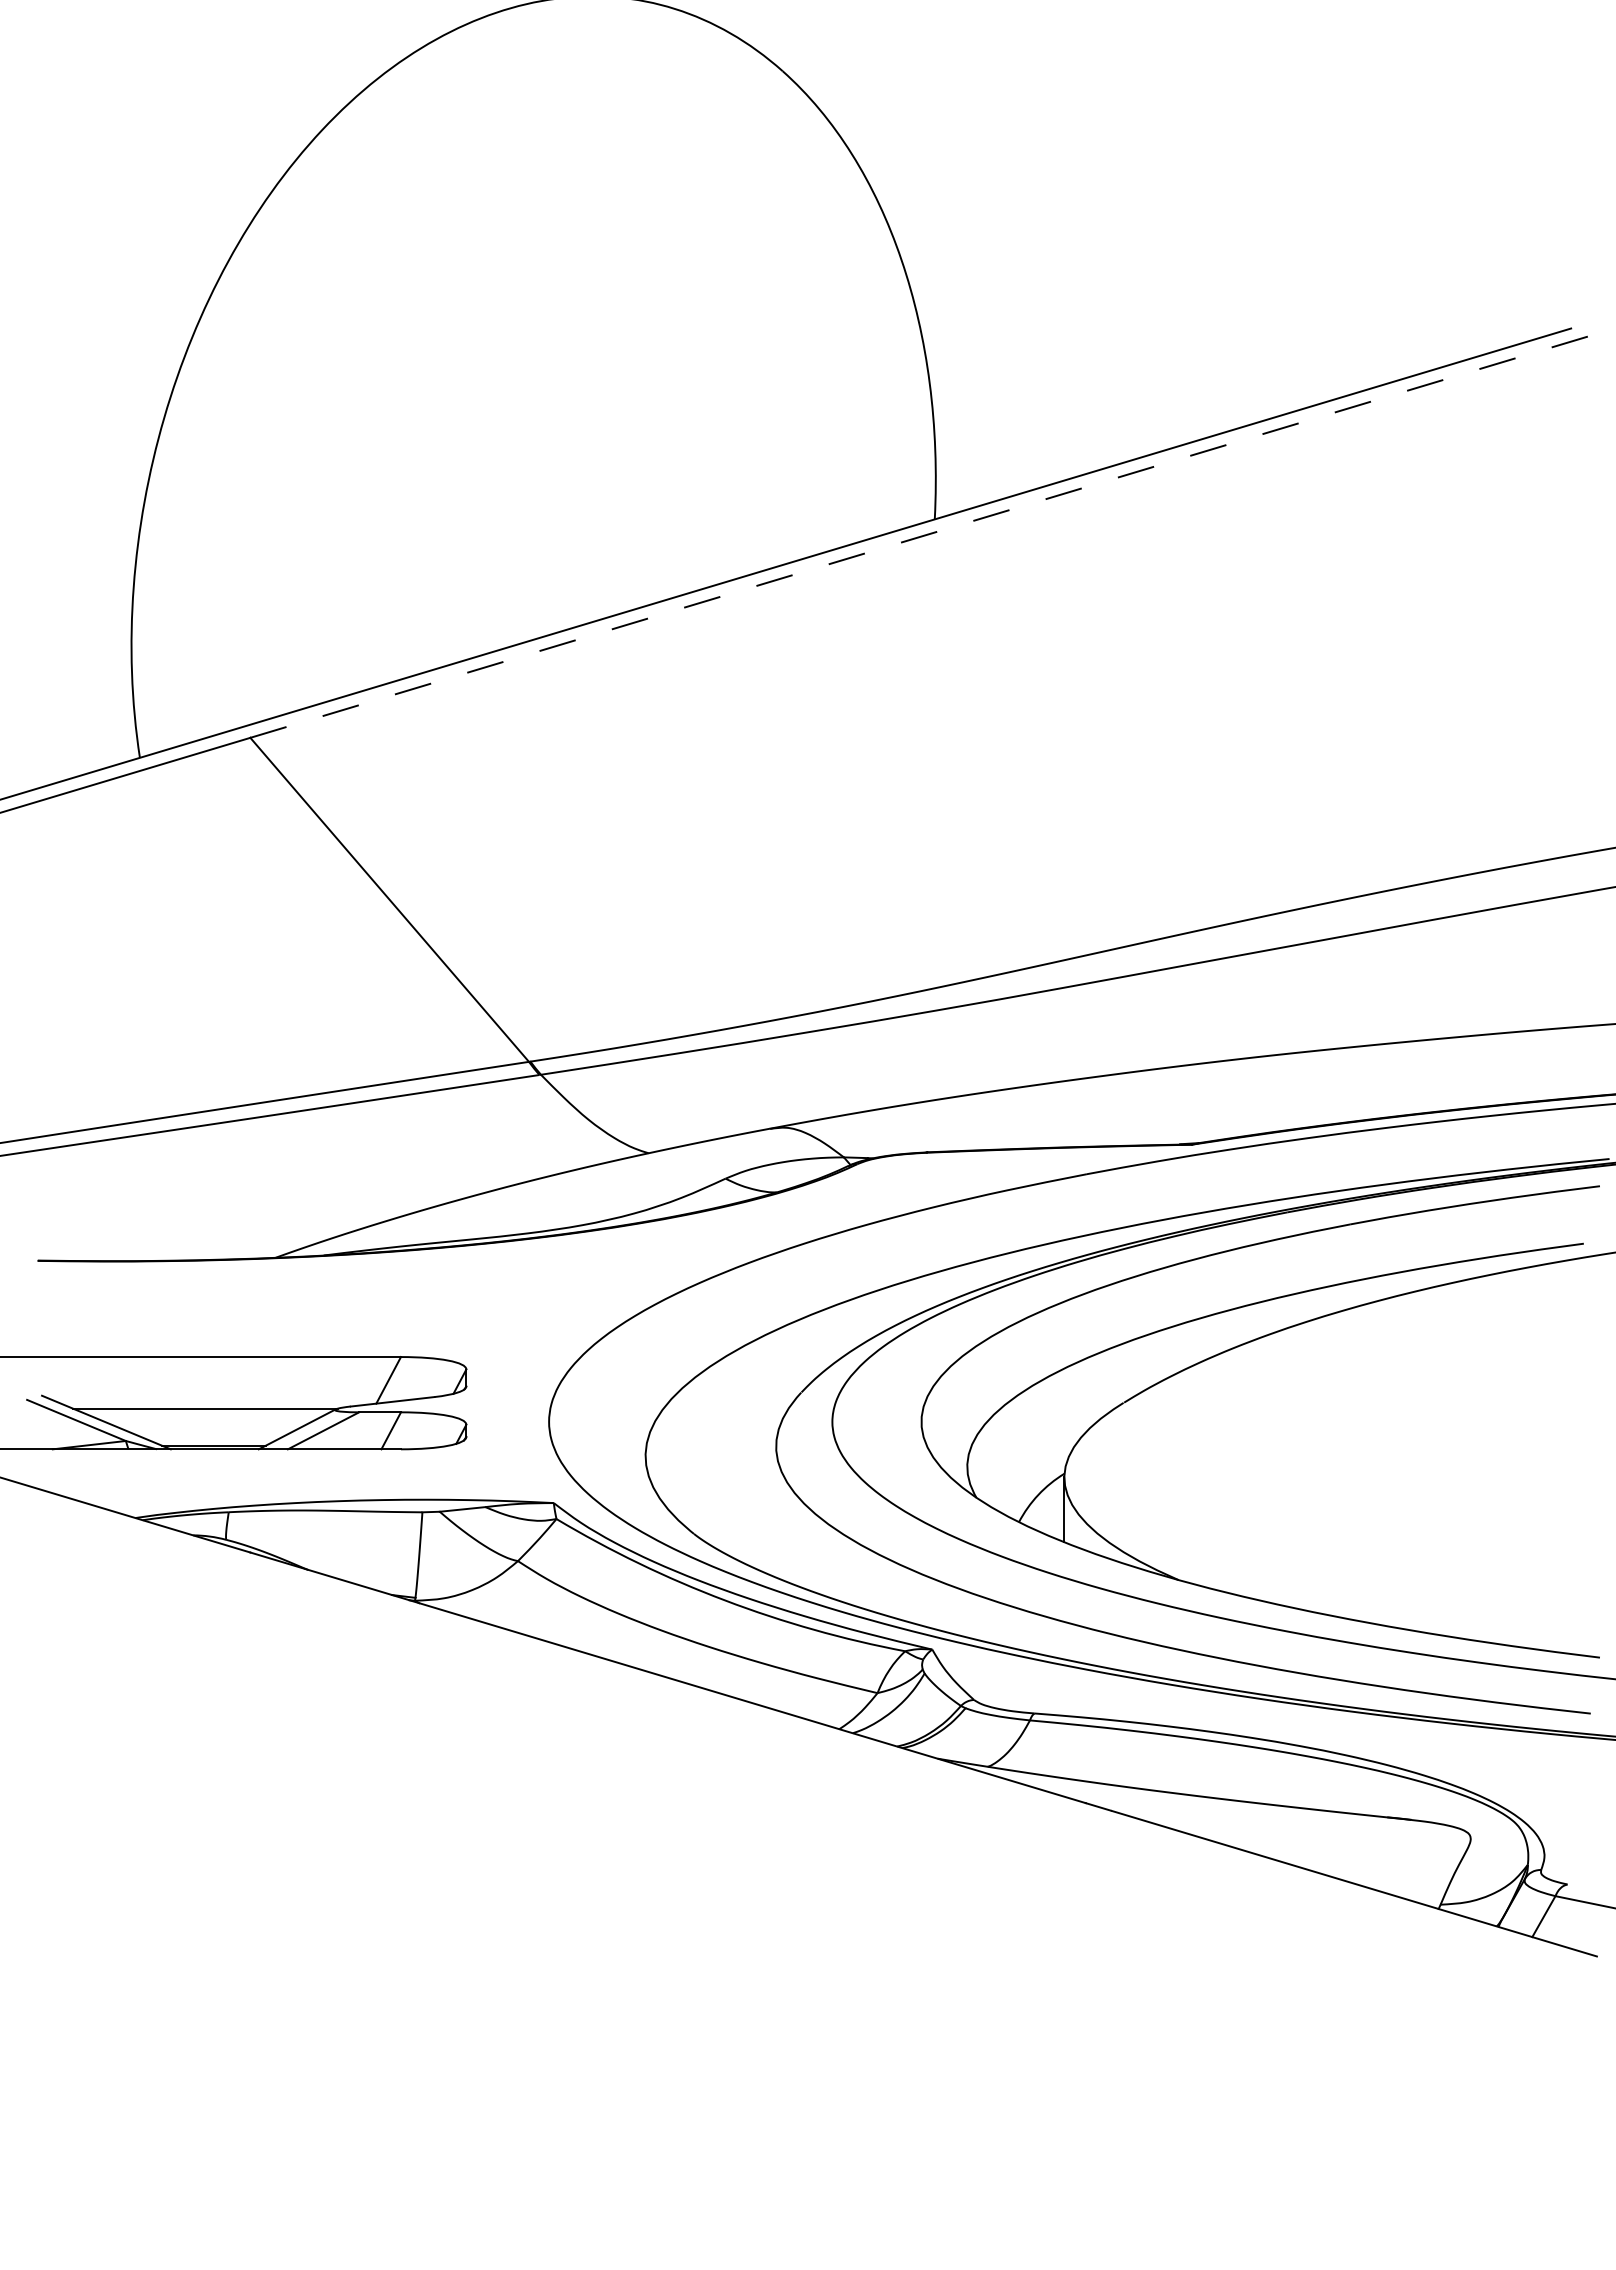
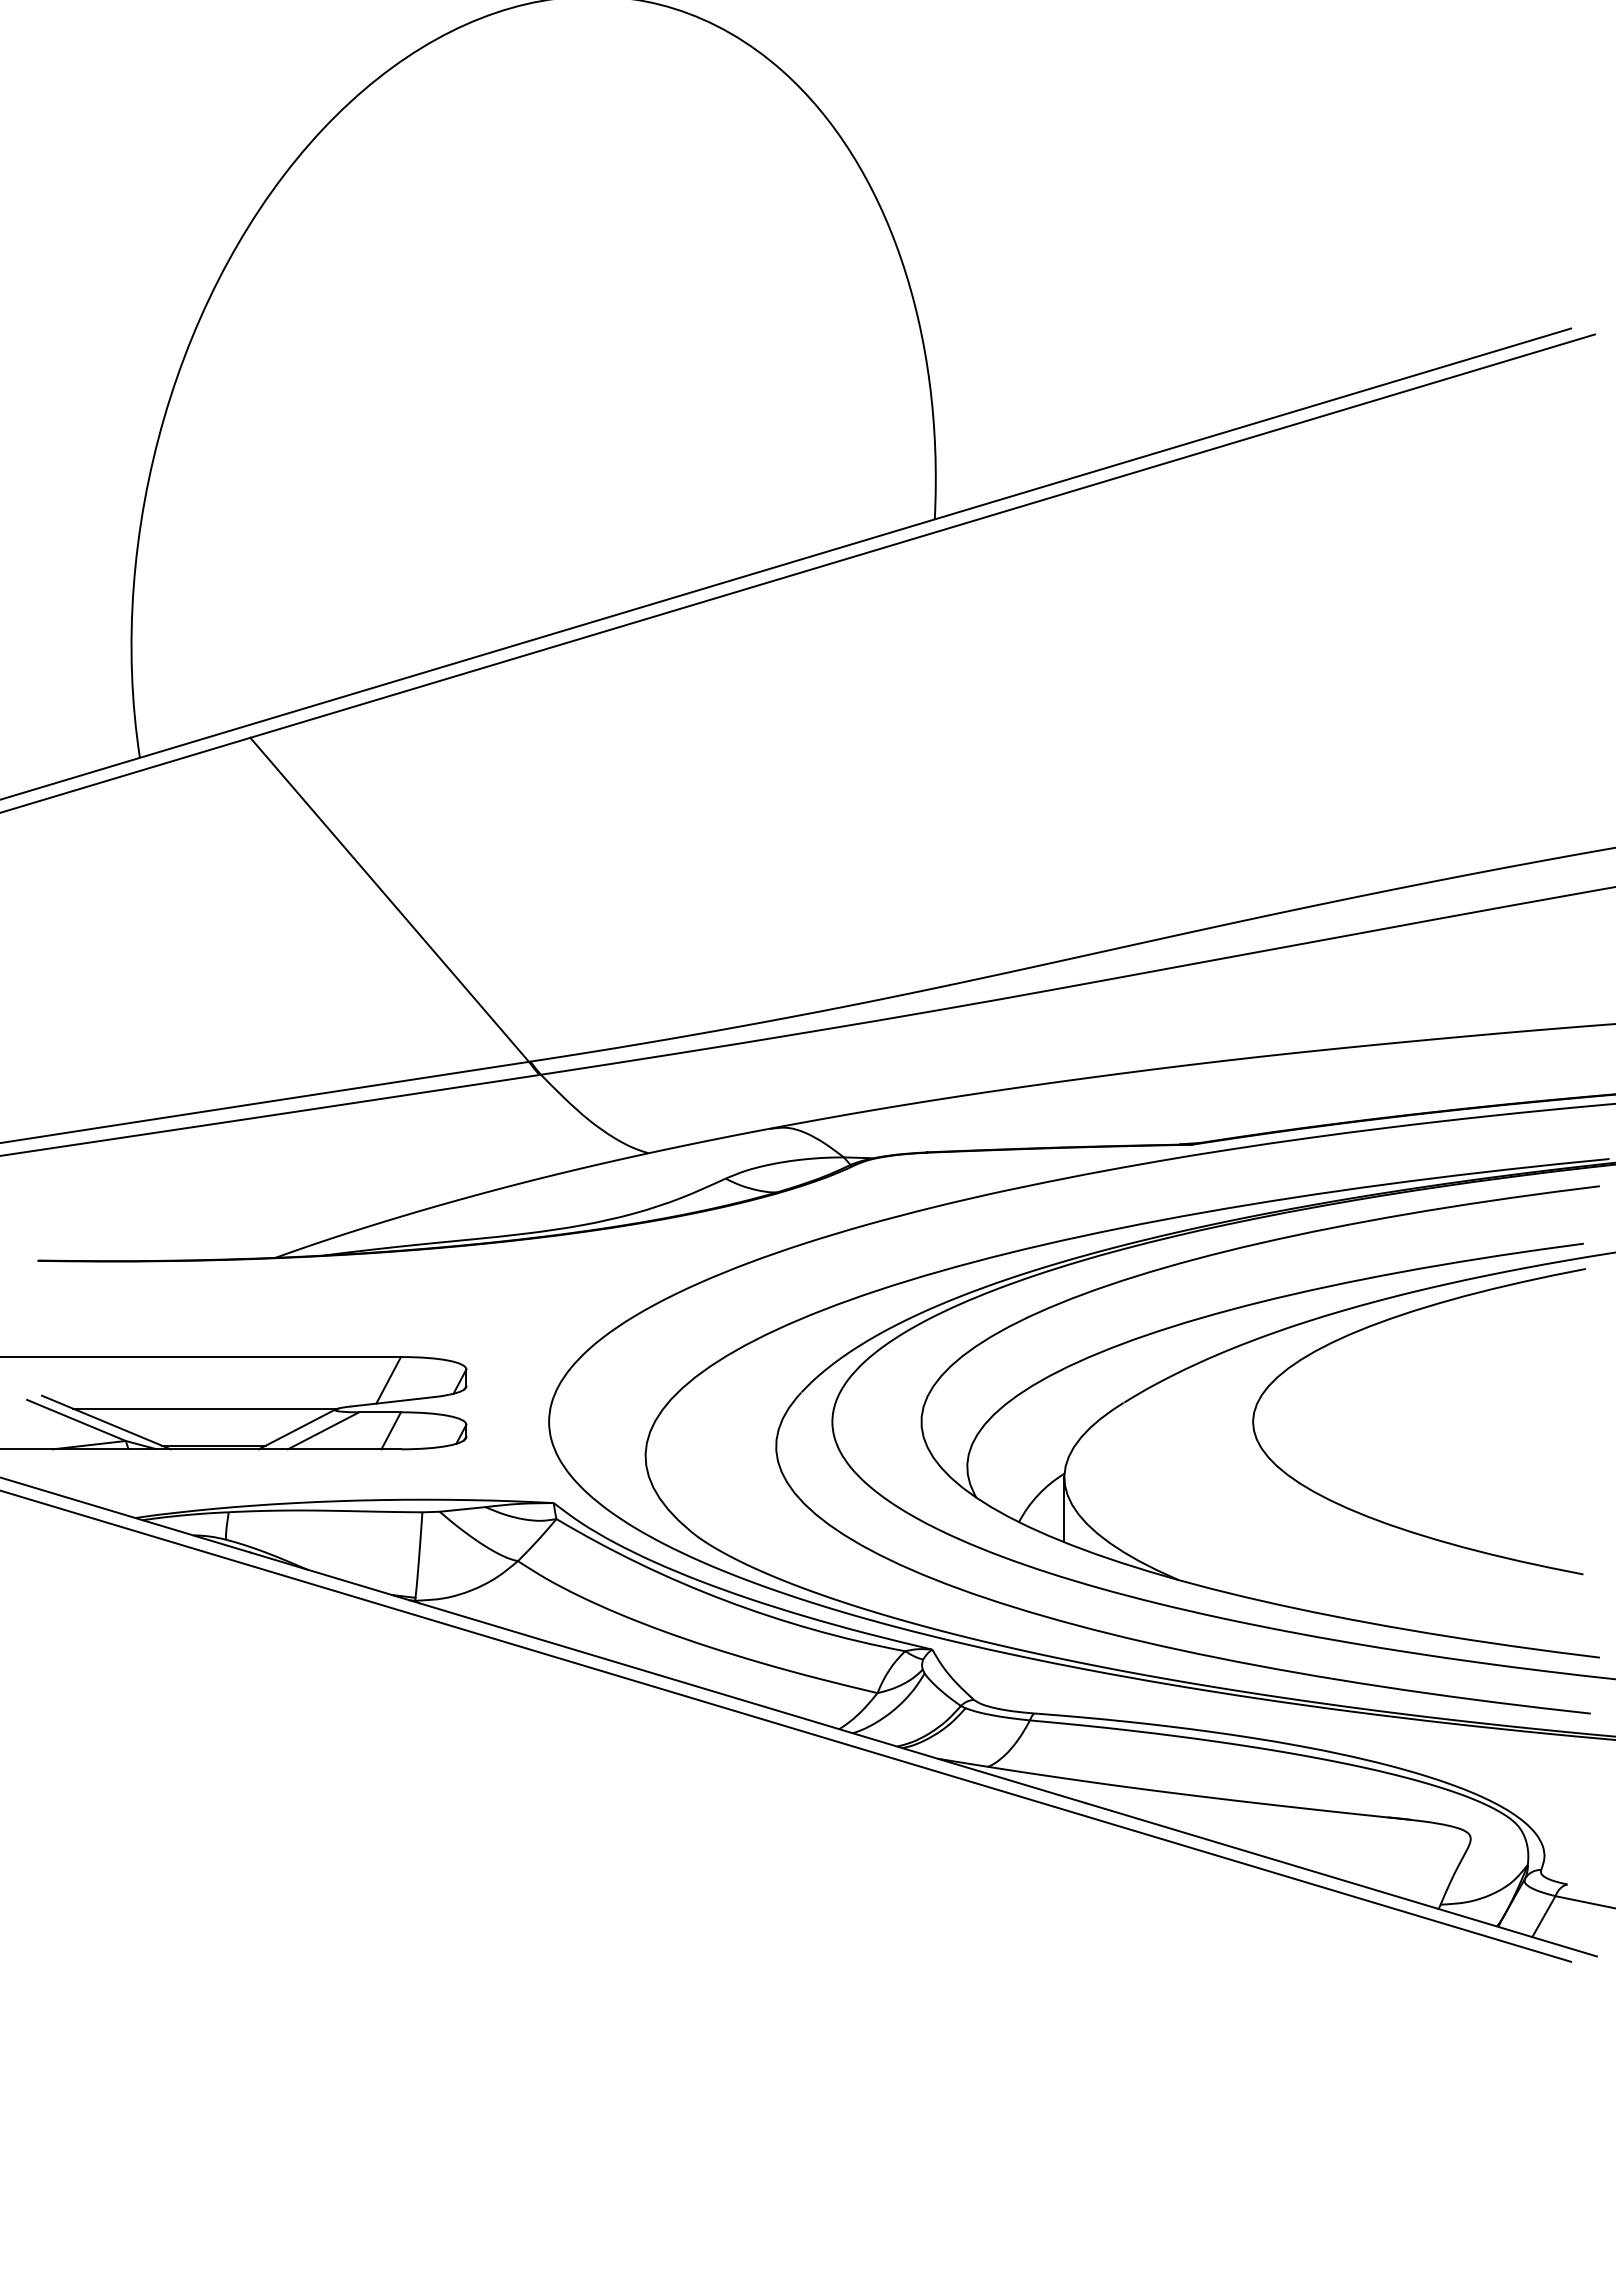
line at (922, 536): dashed -> solid
curve at (1381, 1323): none -> present
line at (786, 1726): none -> present
